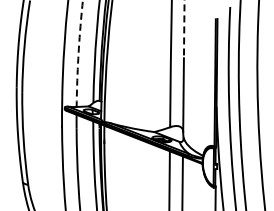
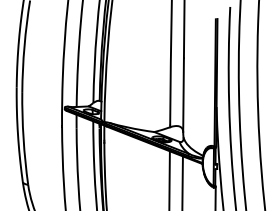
line at (184, 29): dashed -> solid
arc at (78, 53): dashed -> solid
